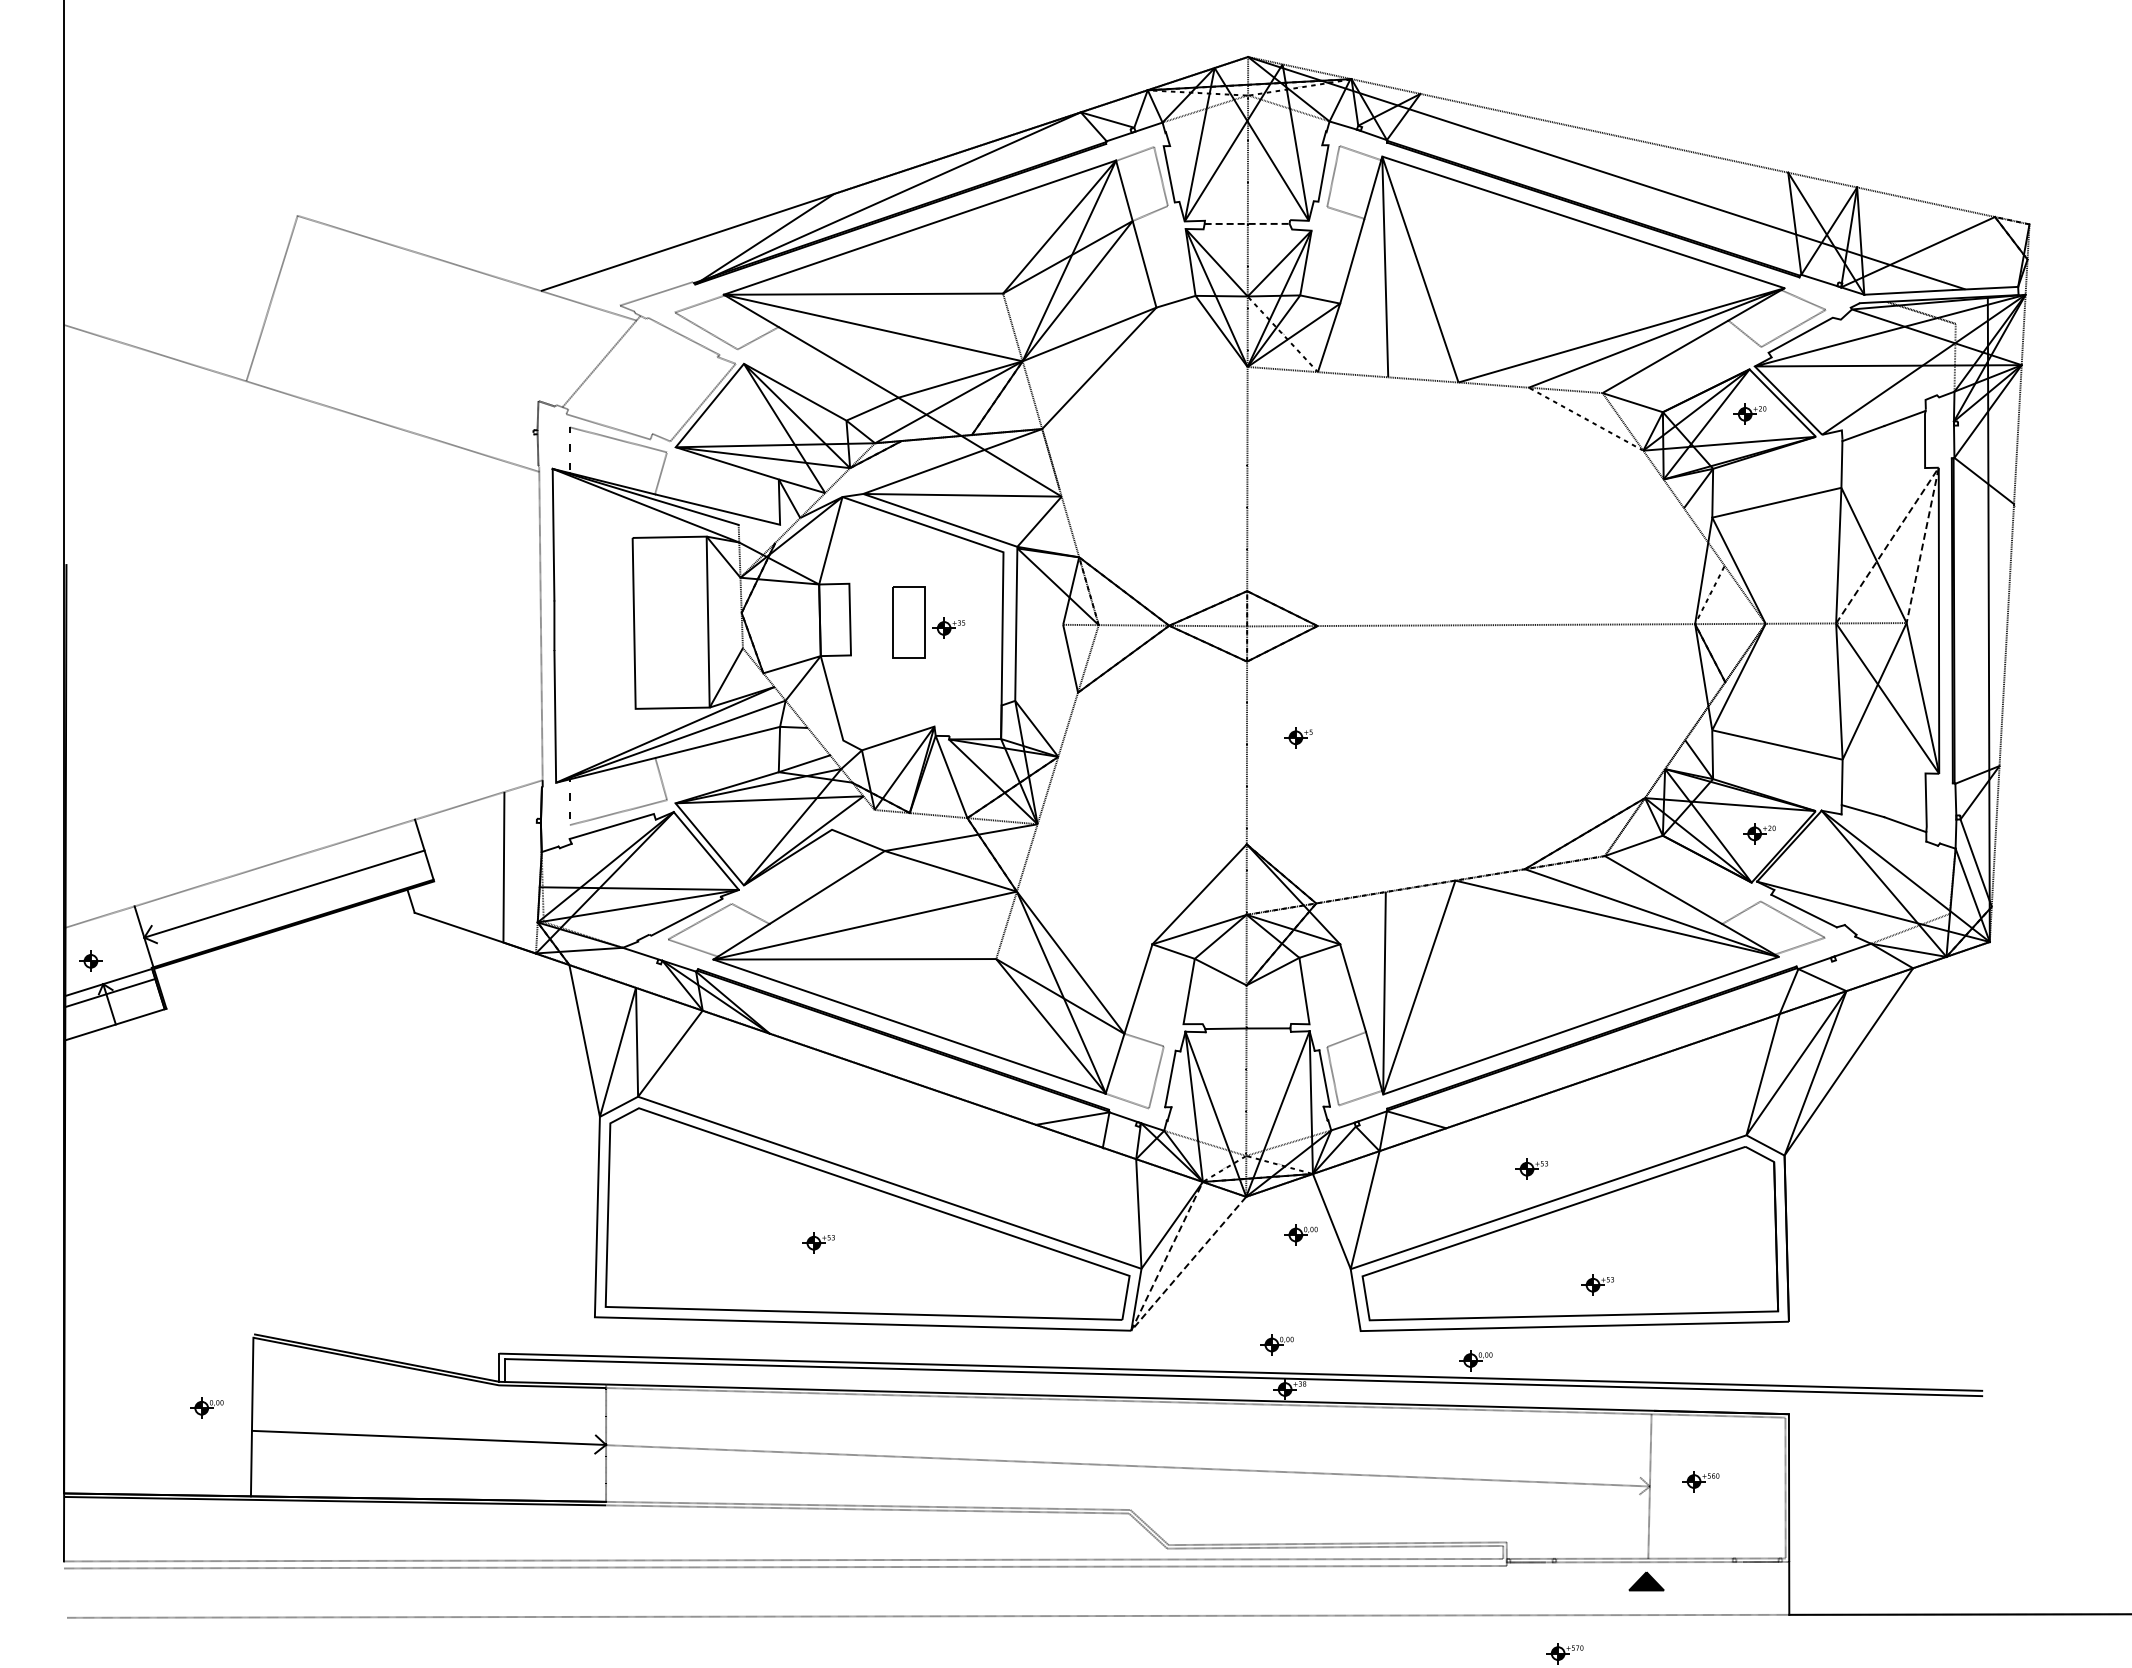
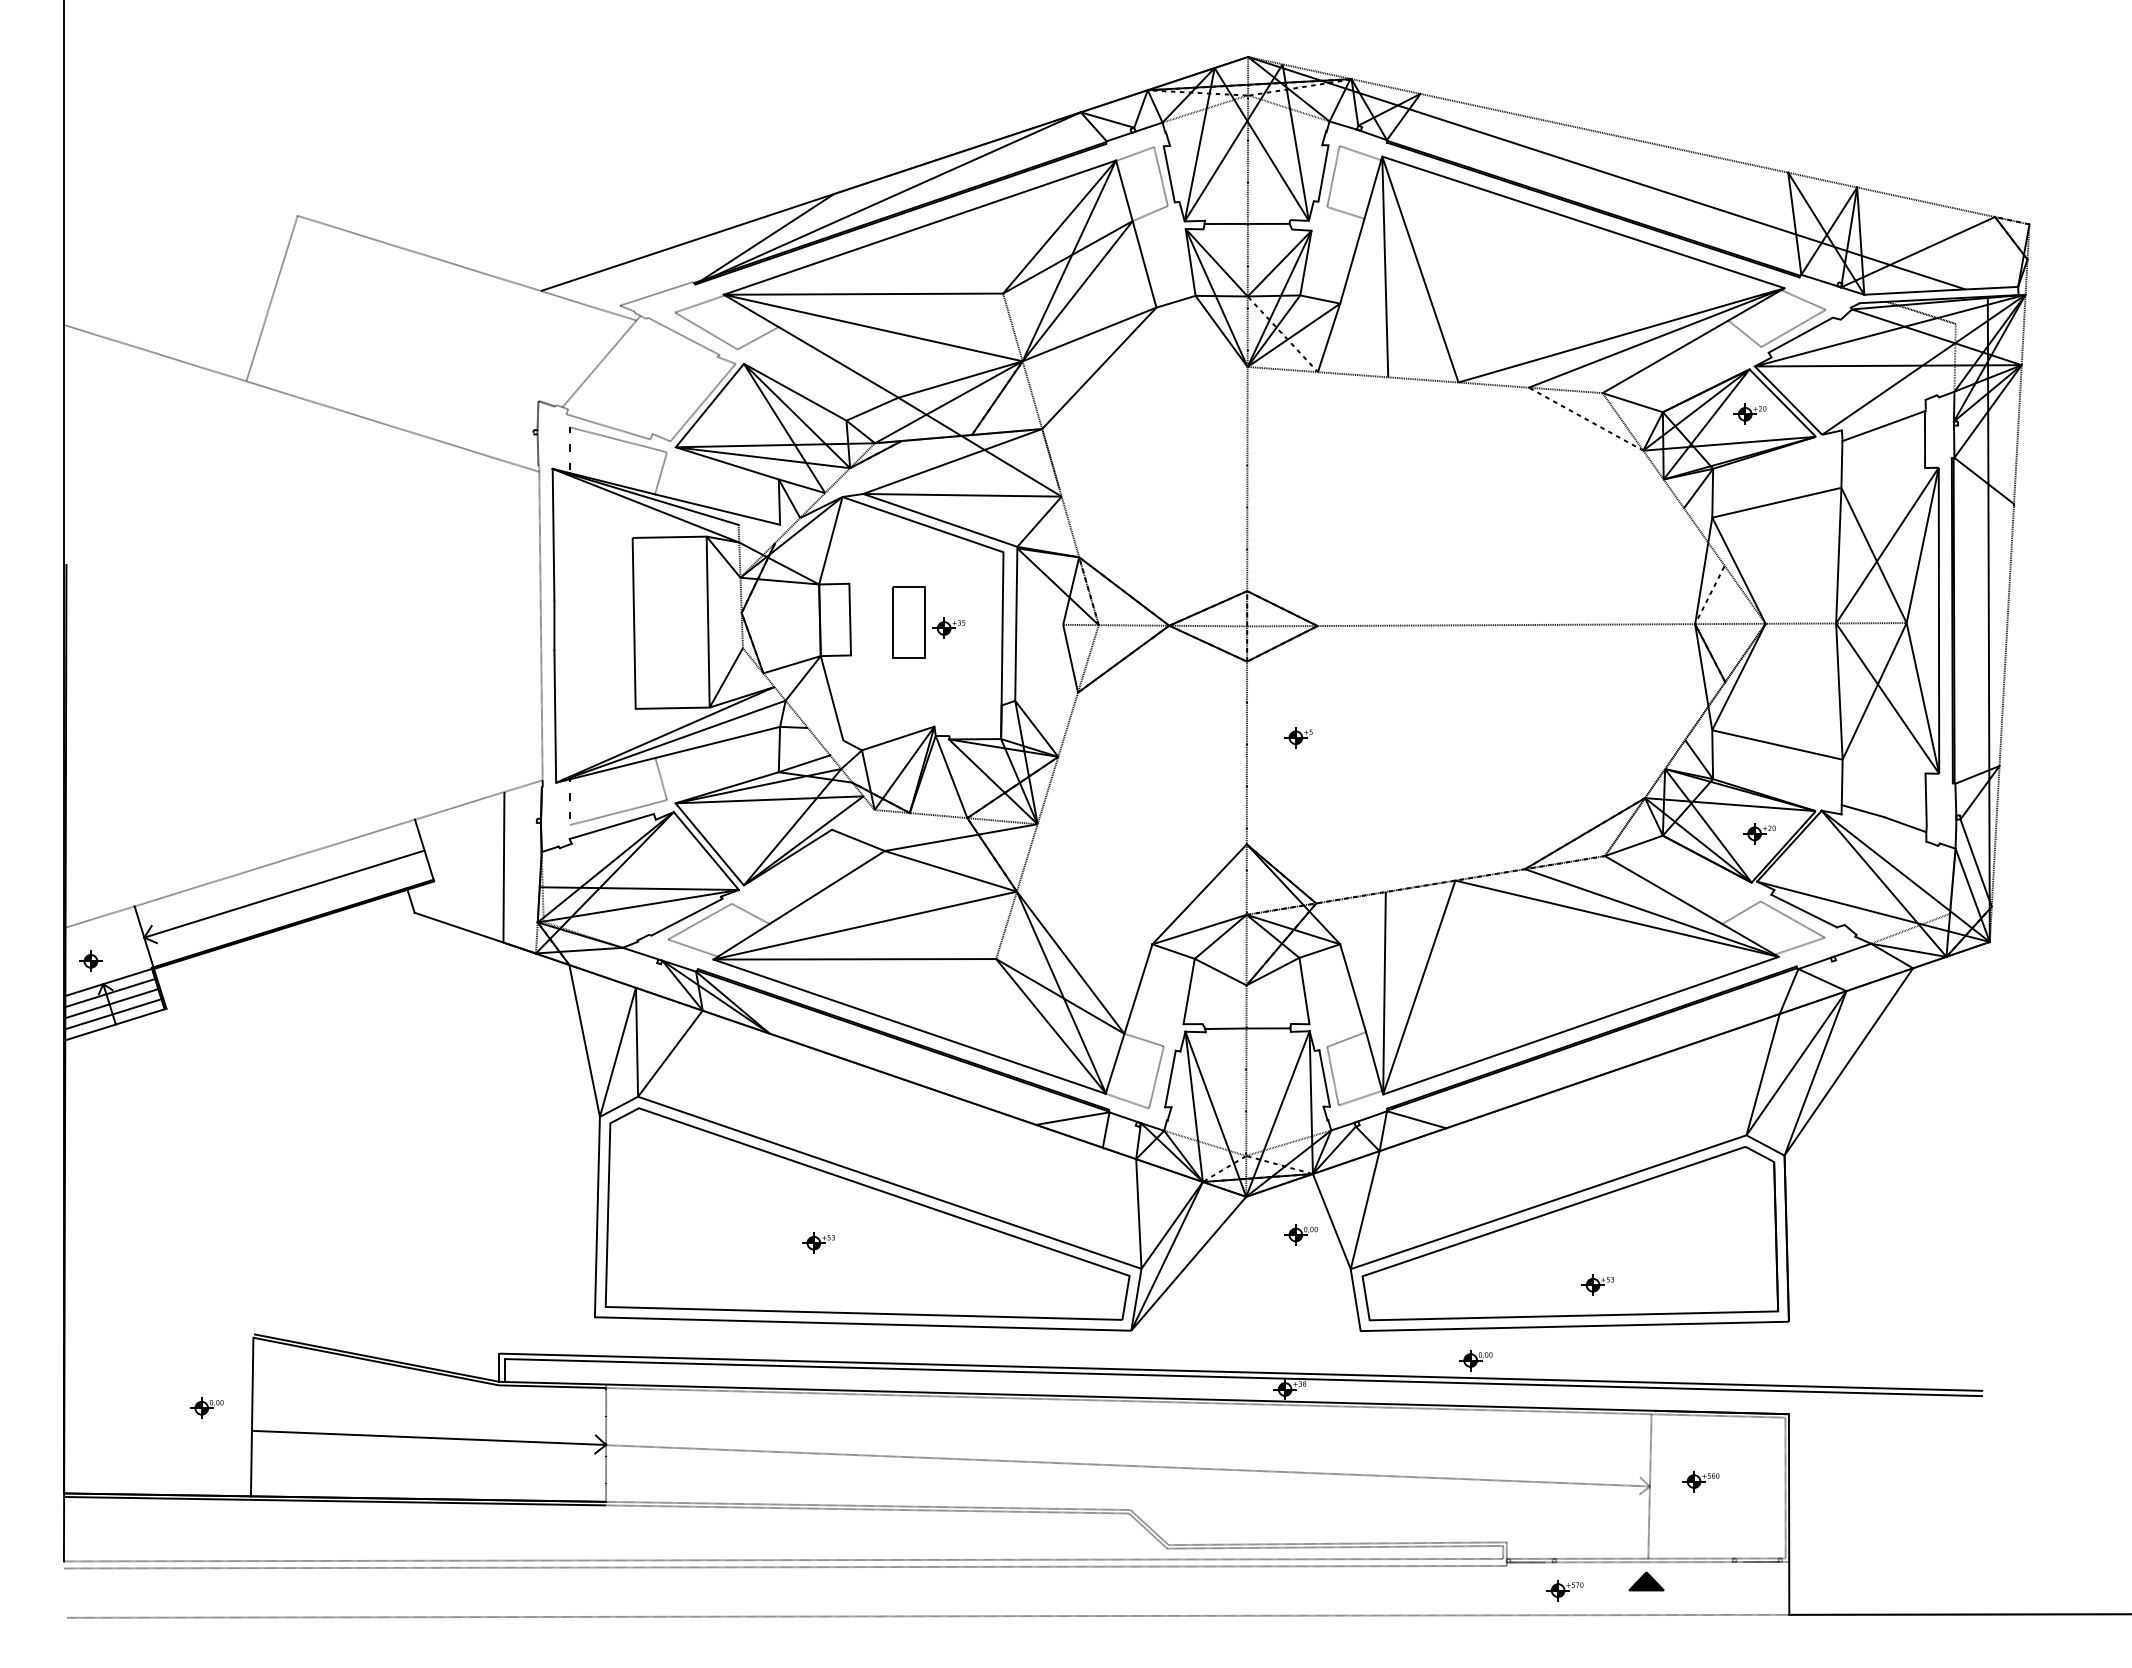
line at (1247, 223): dashed -> solid
line at (1931, 478): dashed -> solid
line at (111, 1003): none -> present
line at (113, 1014): none -> present
part at (1531, 1168): present -> none
line at (1134, 1326): dashed -> solid
part at (1276, 1344): present -> none
part at (1564, 1653) position: (1564, 1653) -> (1564, 1590)
